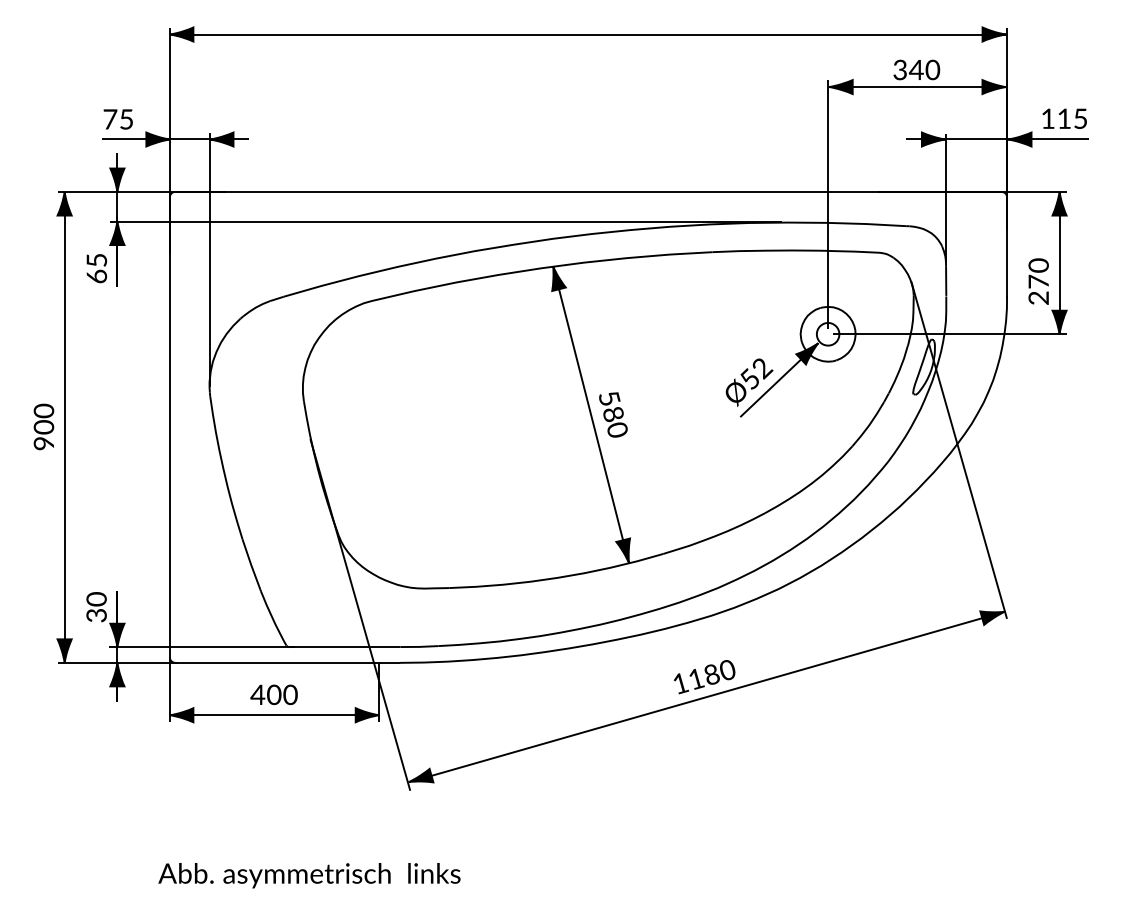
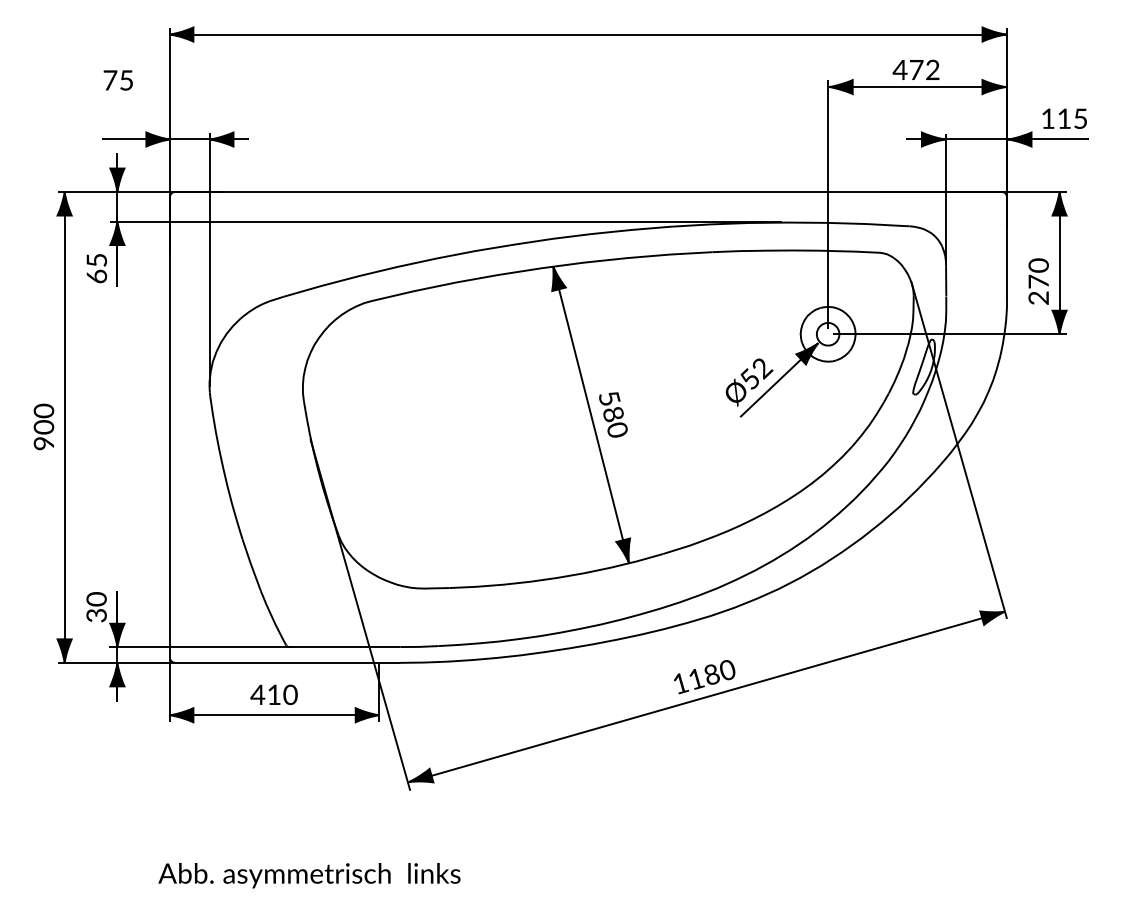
text at (916, 69): 340 -> 472
text at (117, 119) position: (117, 119) -> (117, 80)
text at (274, 694): 400 -> 410
